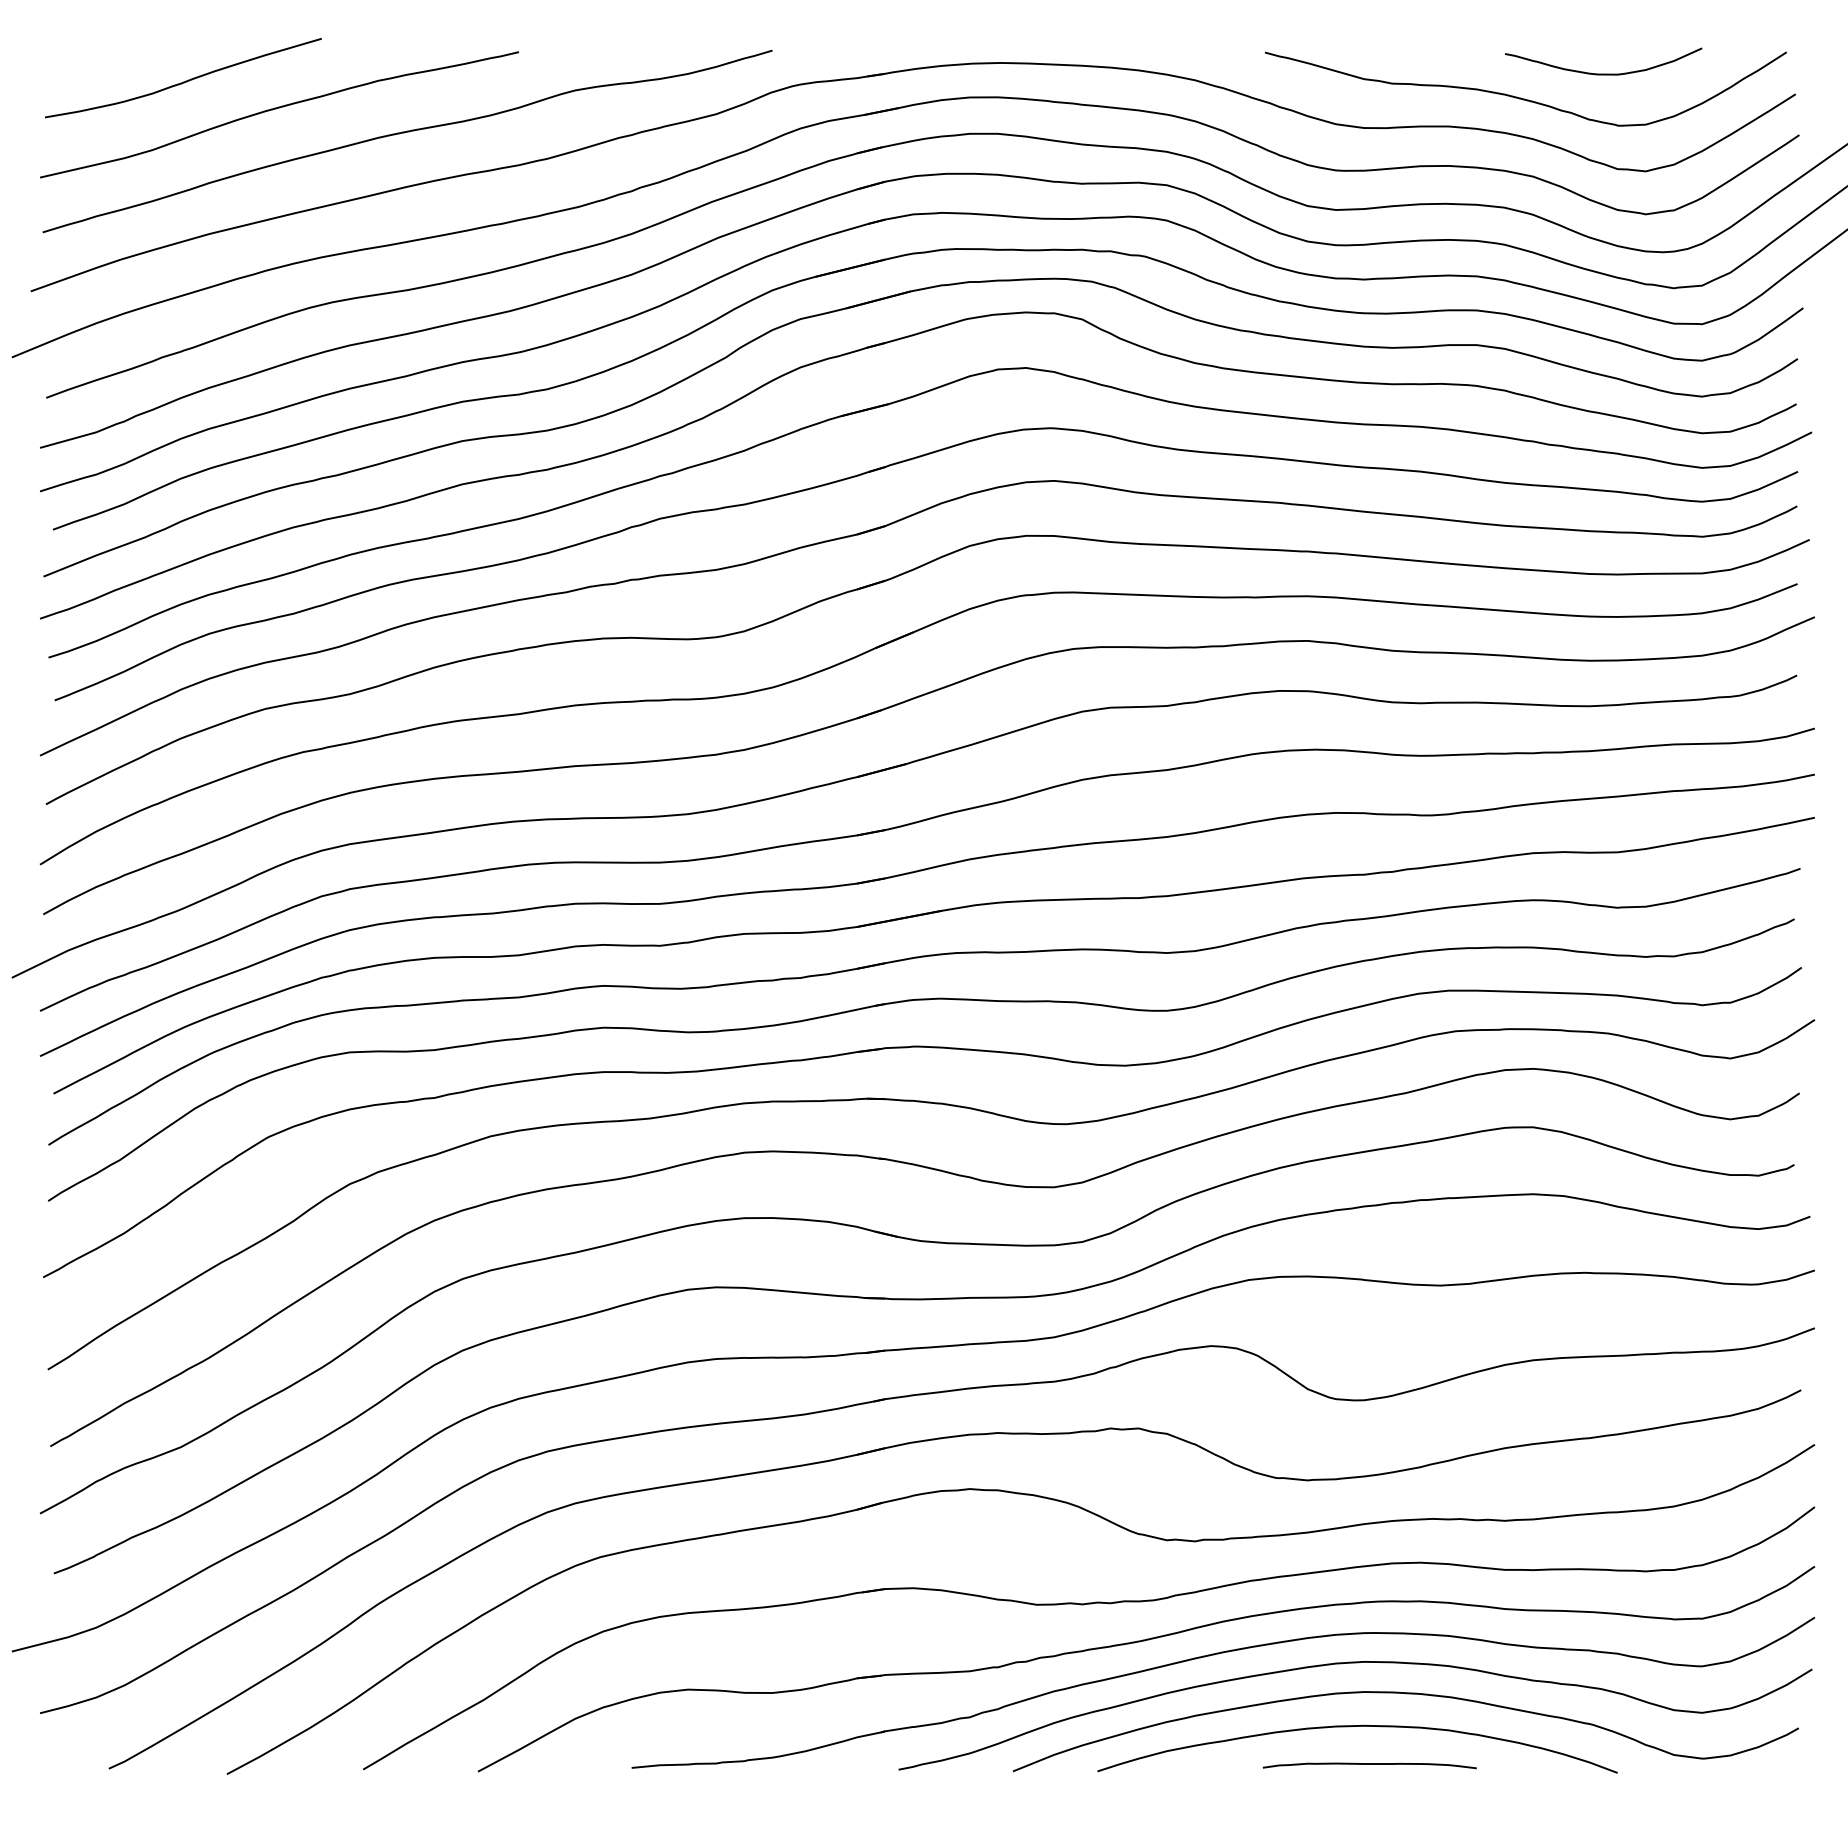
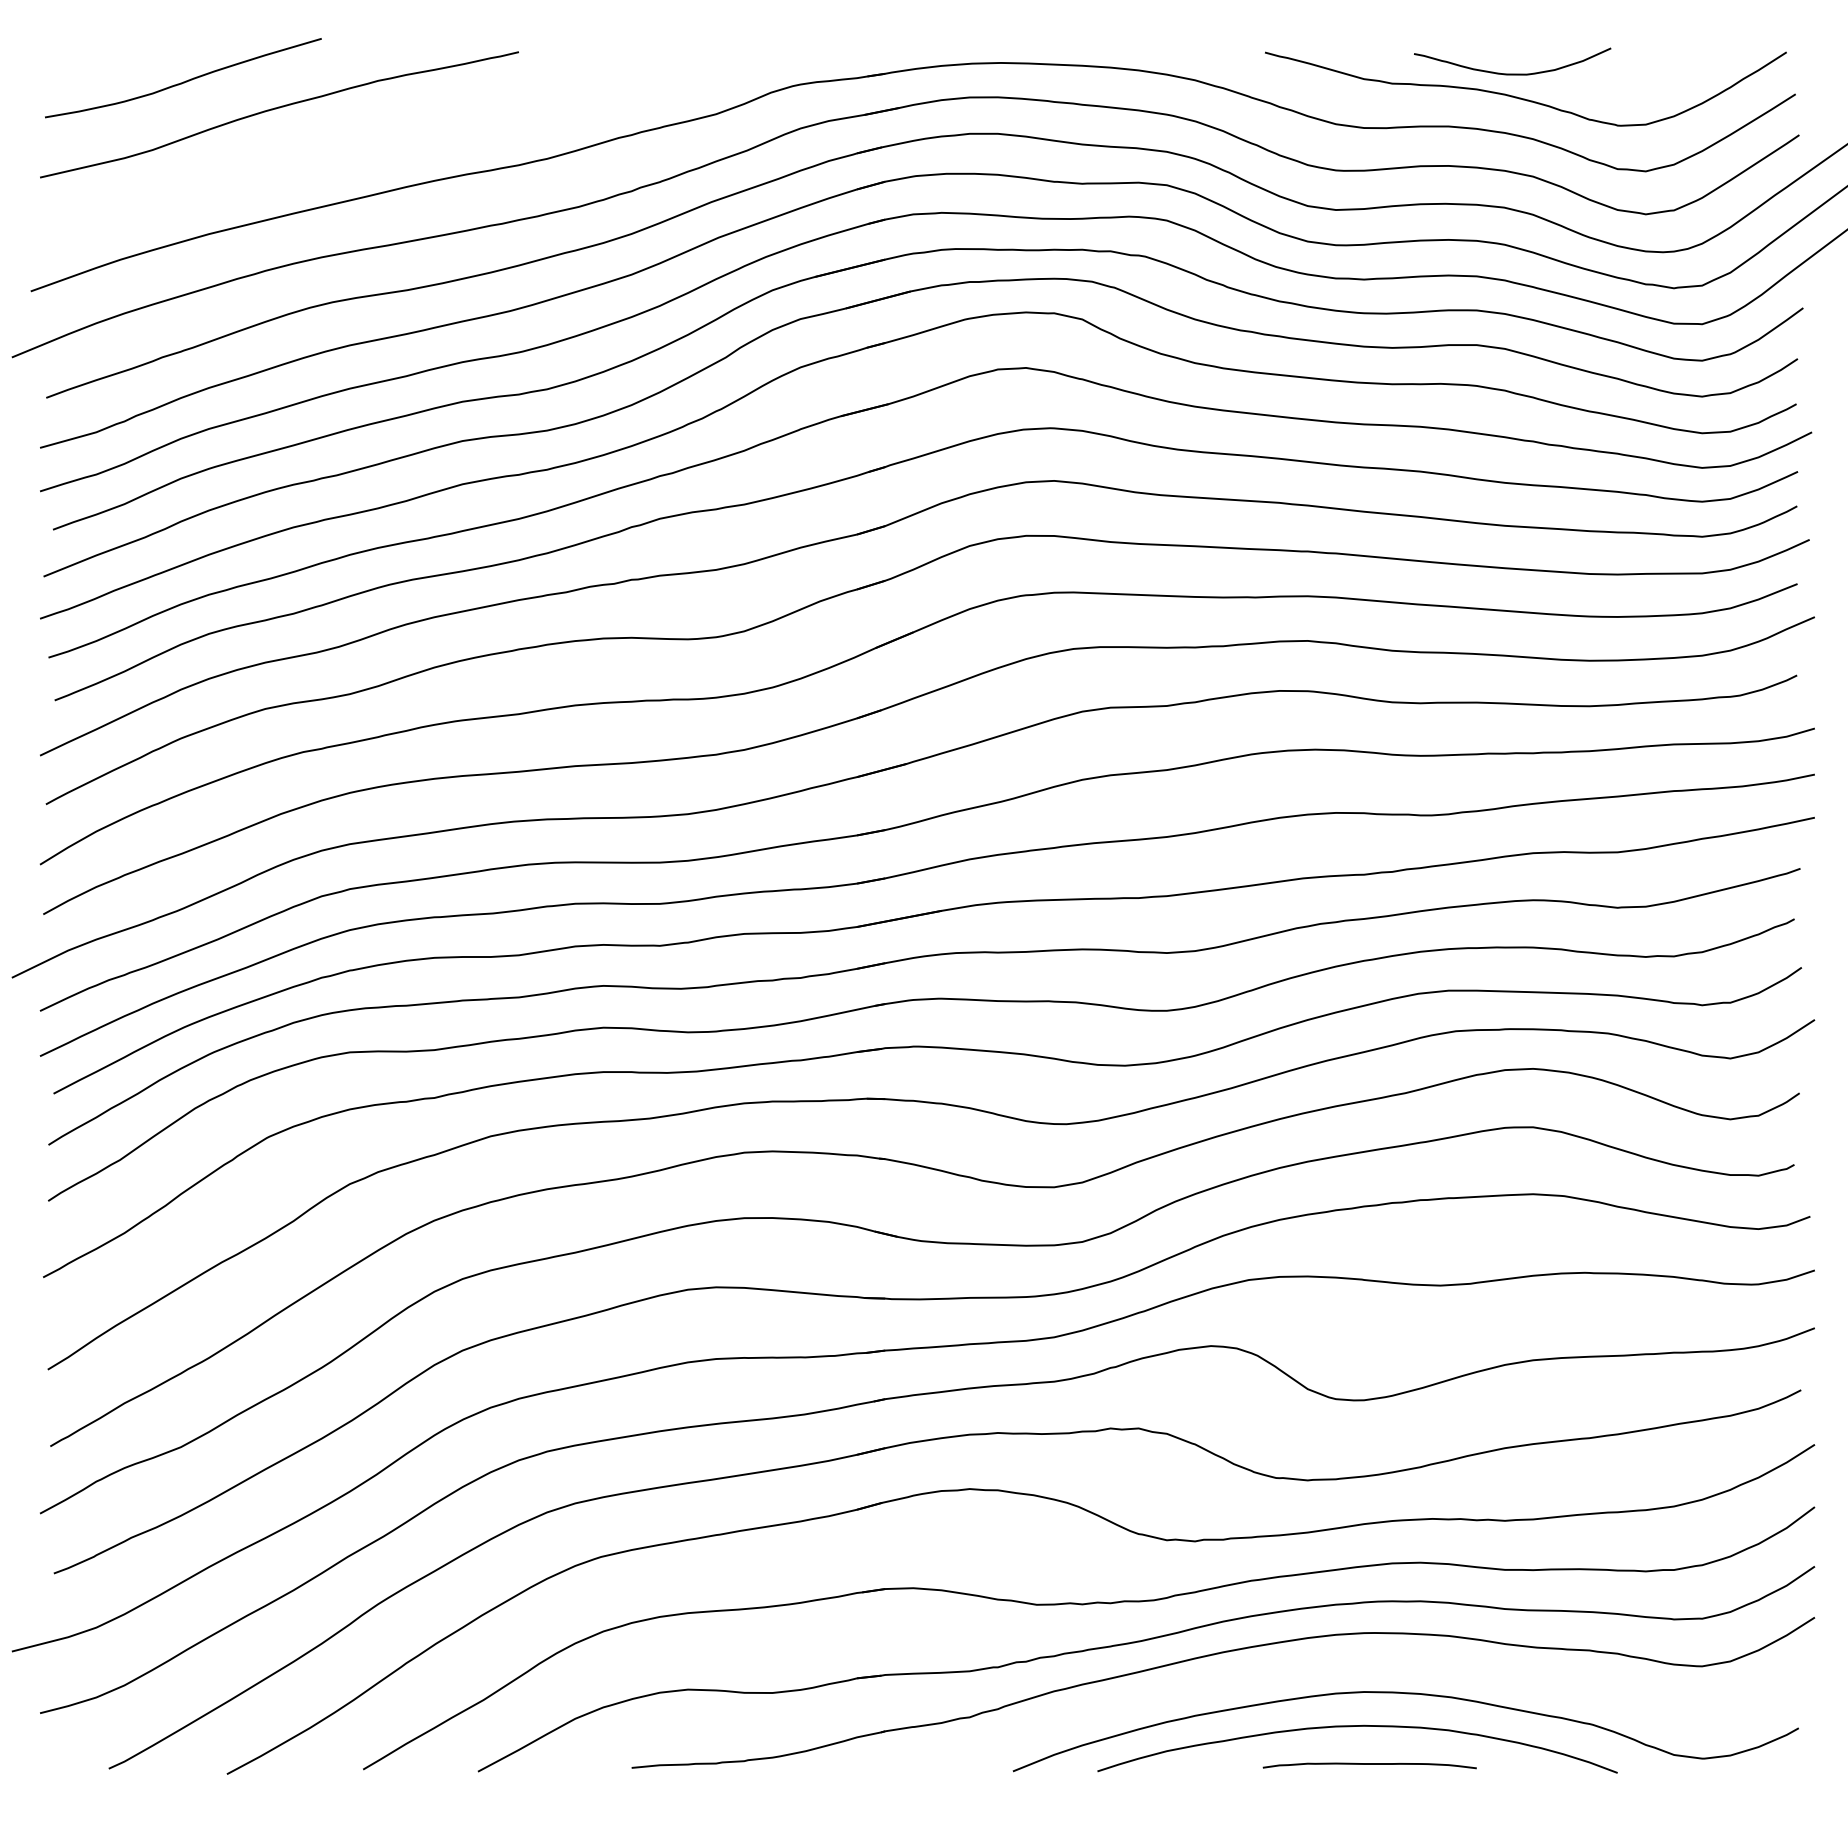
curve at (1603, 73) position: (1603, 73) -> (1512, 73)
curve at (404, 133): present -> none
curve at (1355, 1663): present -> none
